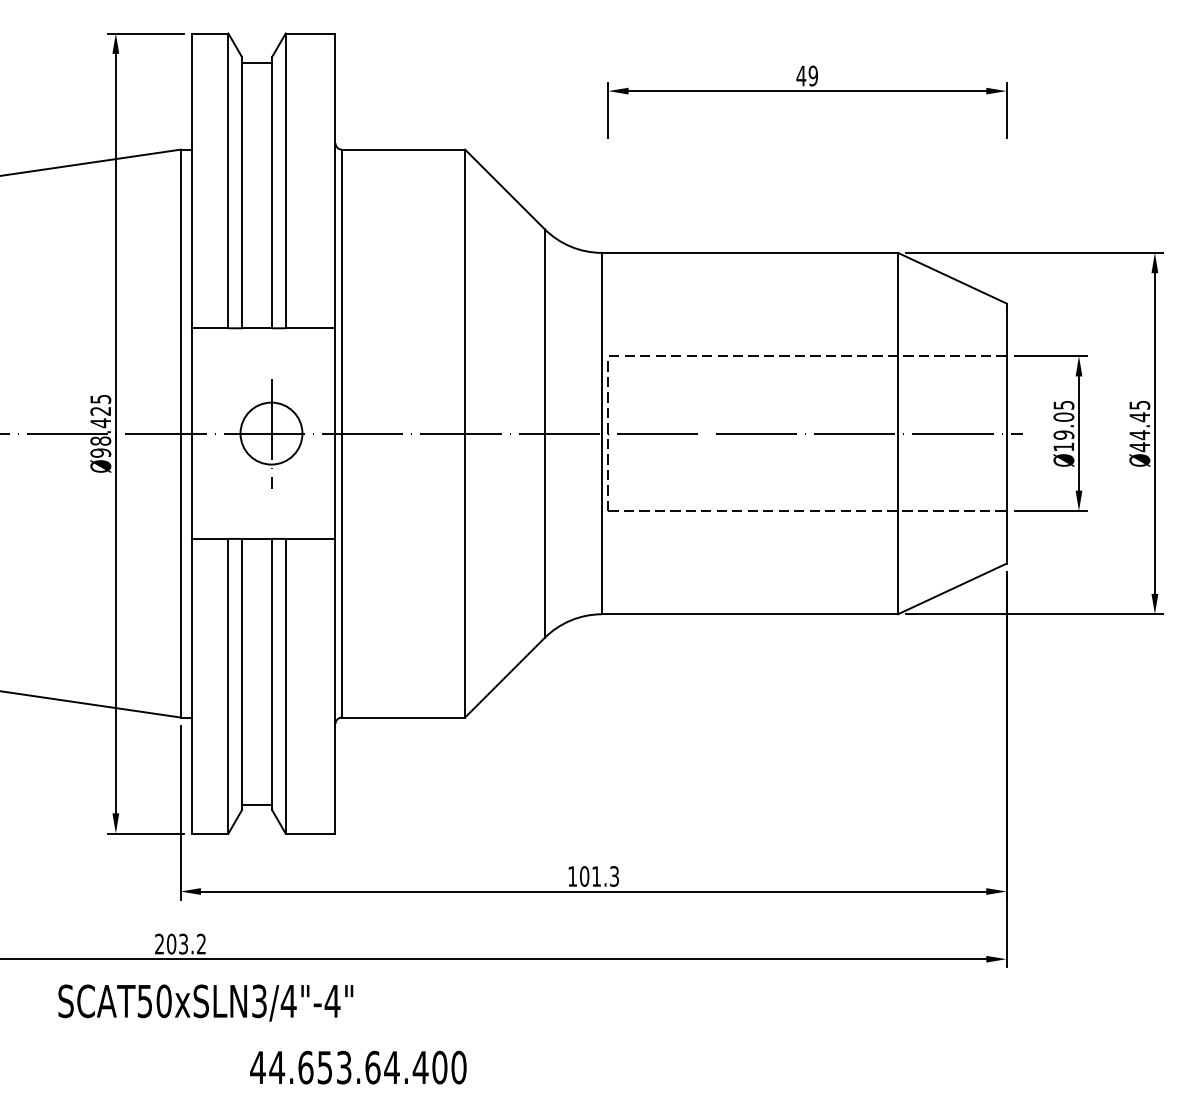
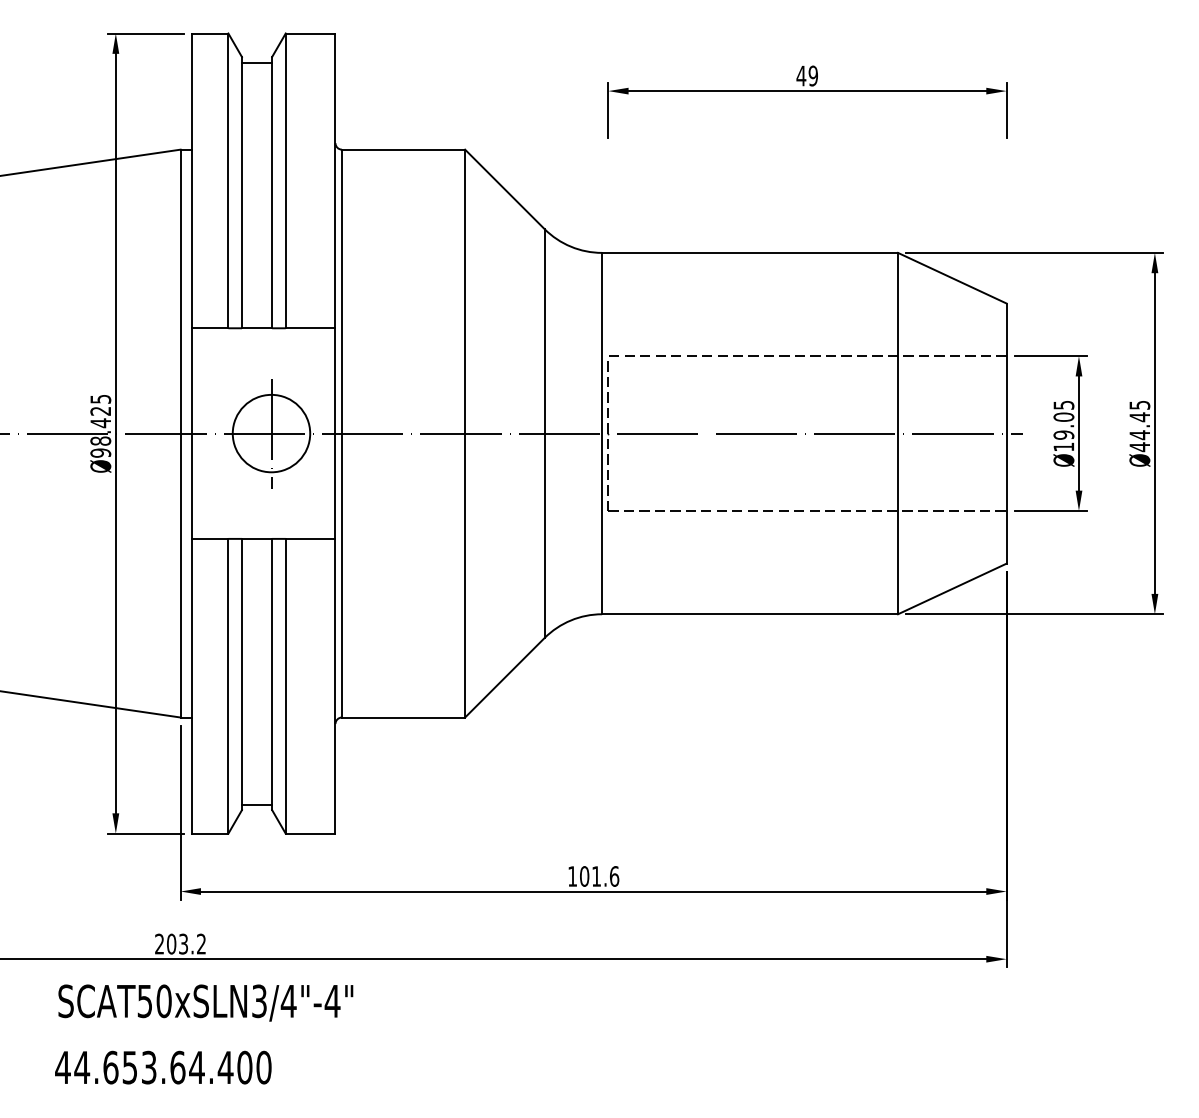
circle at (271, 433) diameter: 62 px -> 77 px
text at (614, 876): 101.3 -> 101.6
text at (358, 1067) position: (358, 1067) -> (163, 1067)
